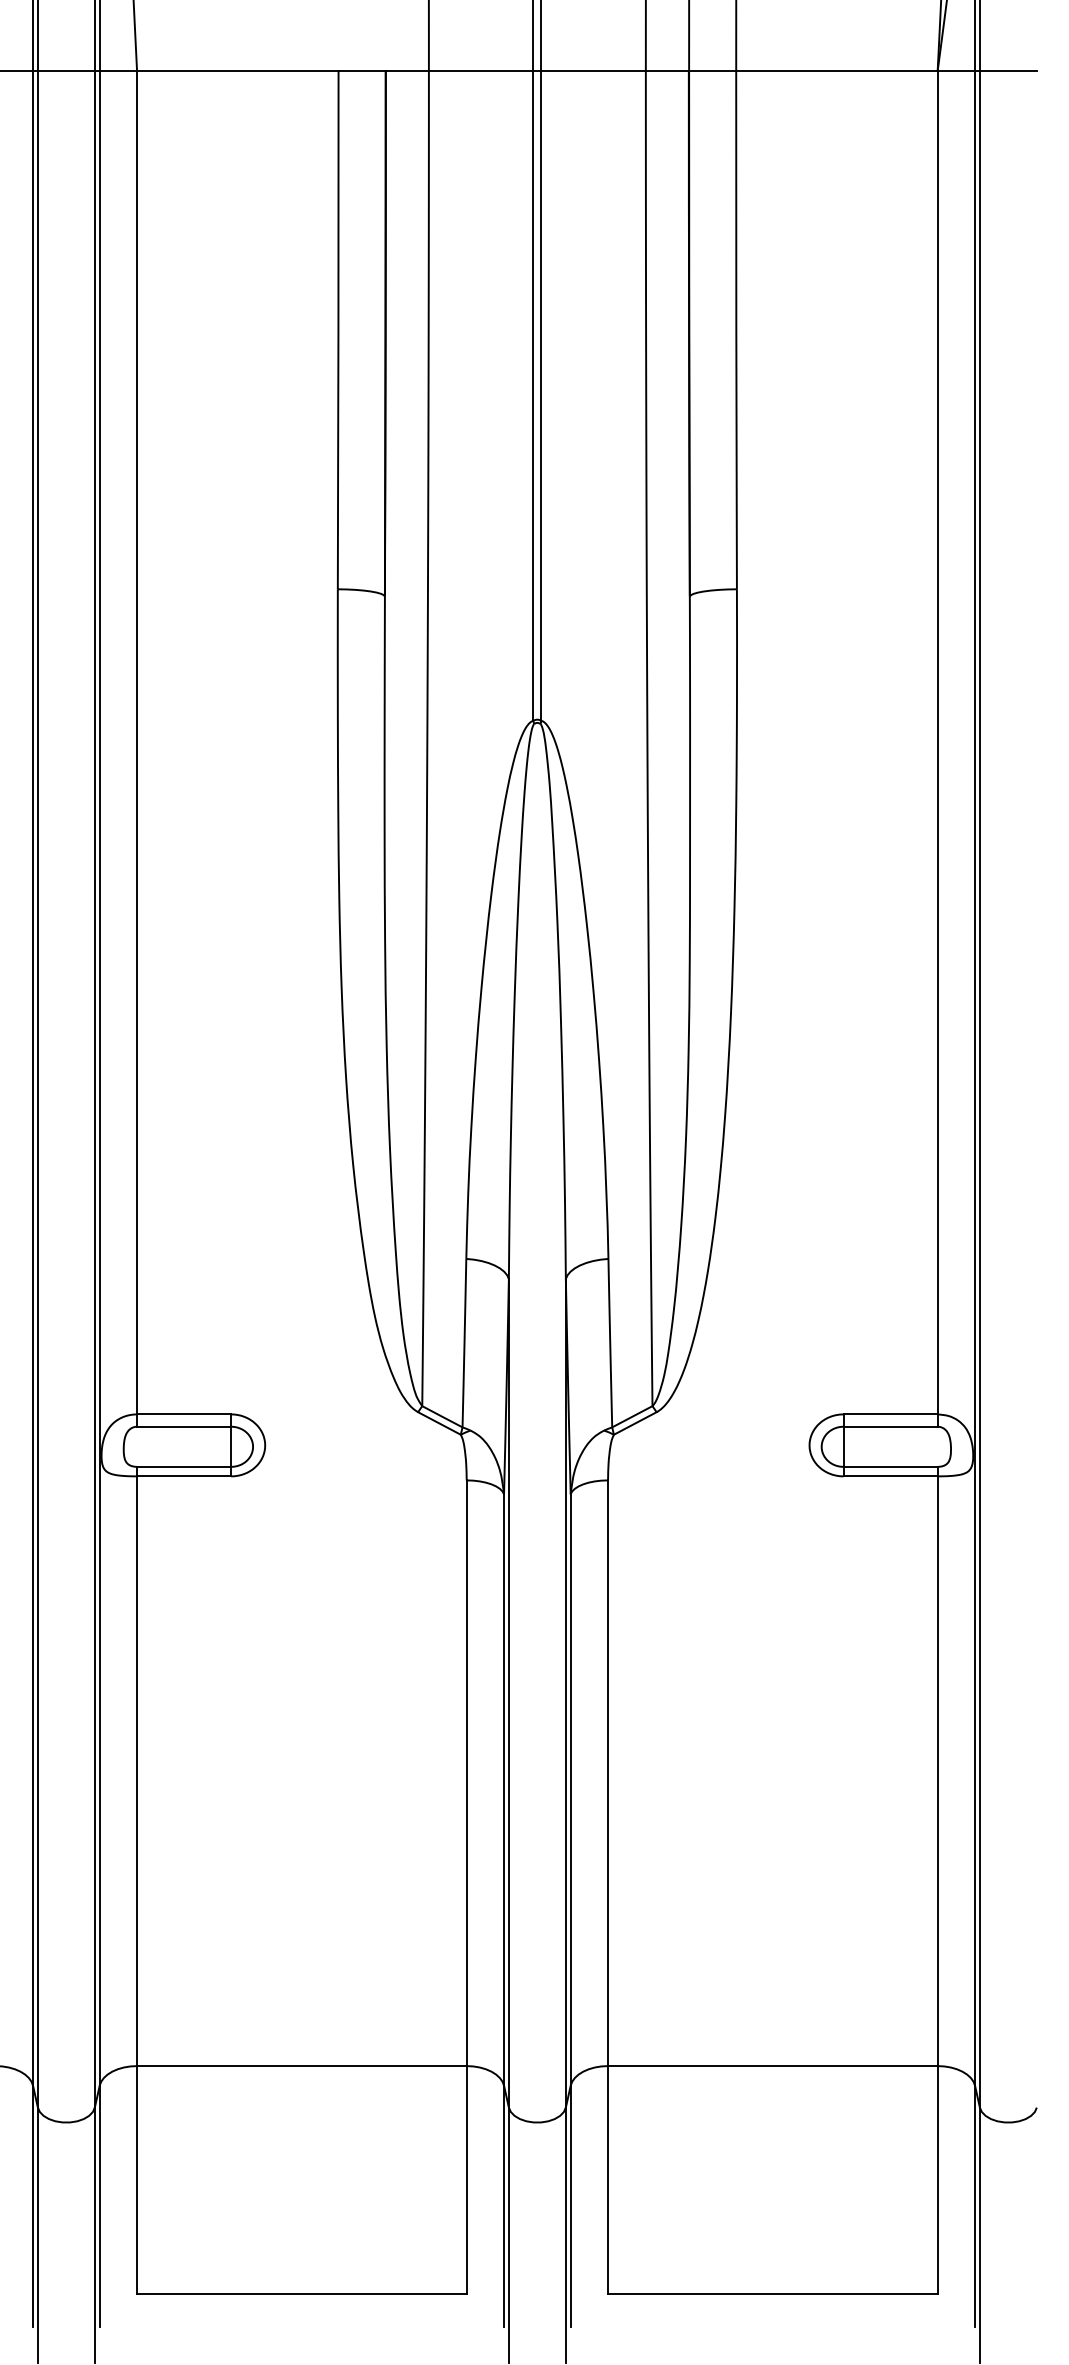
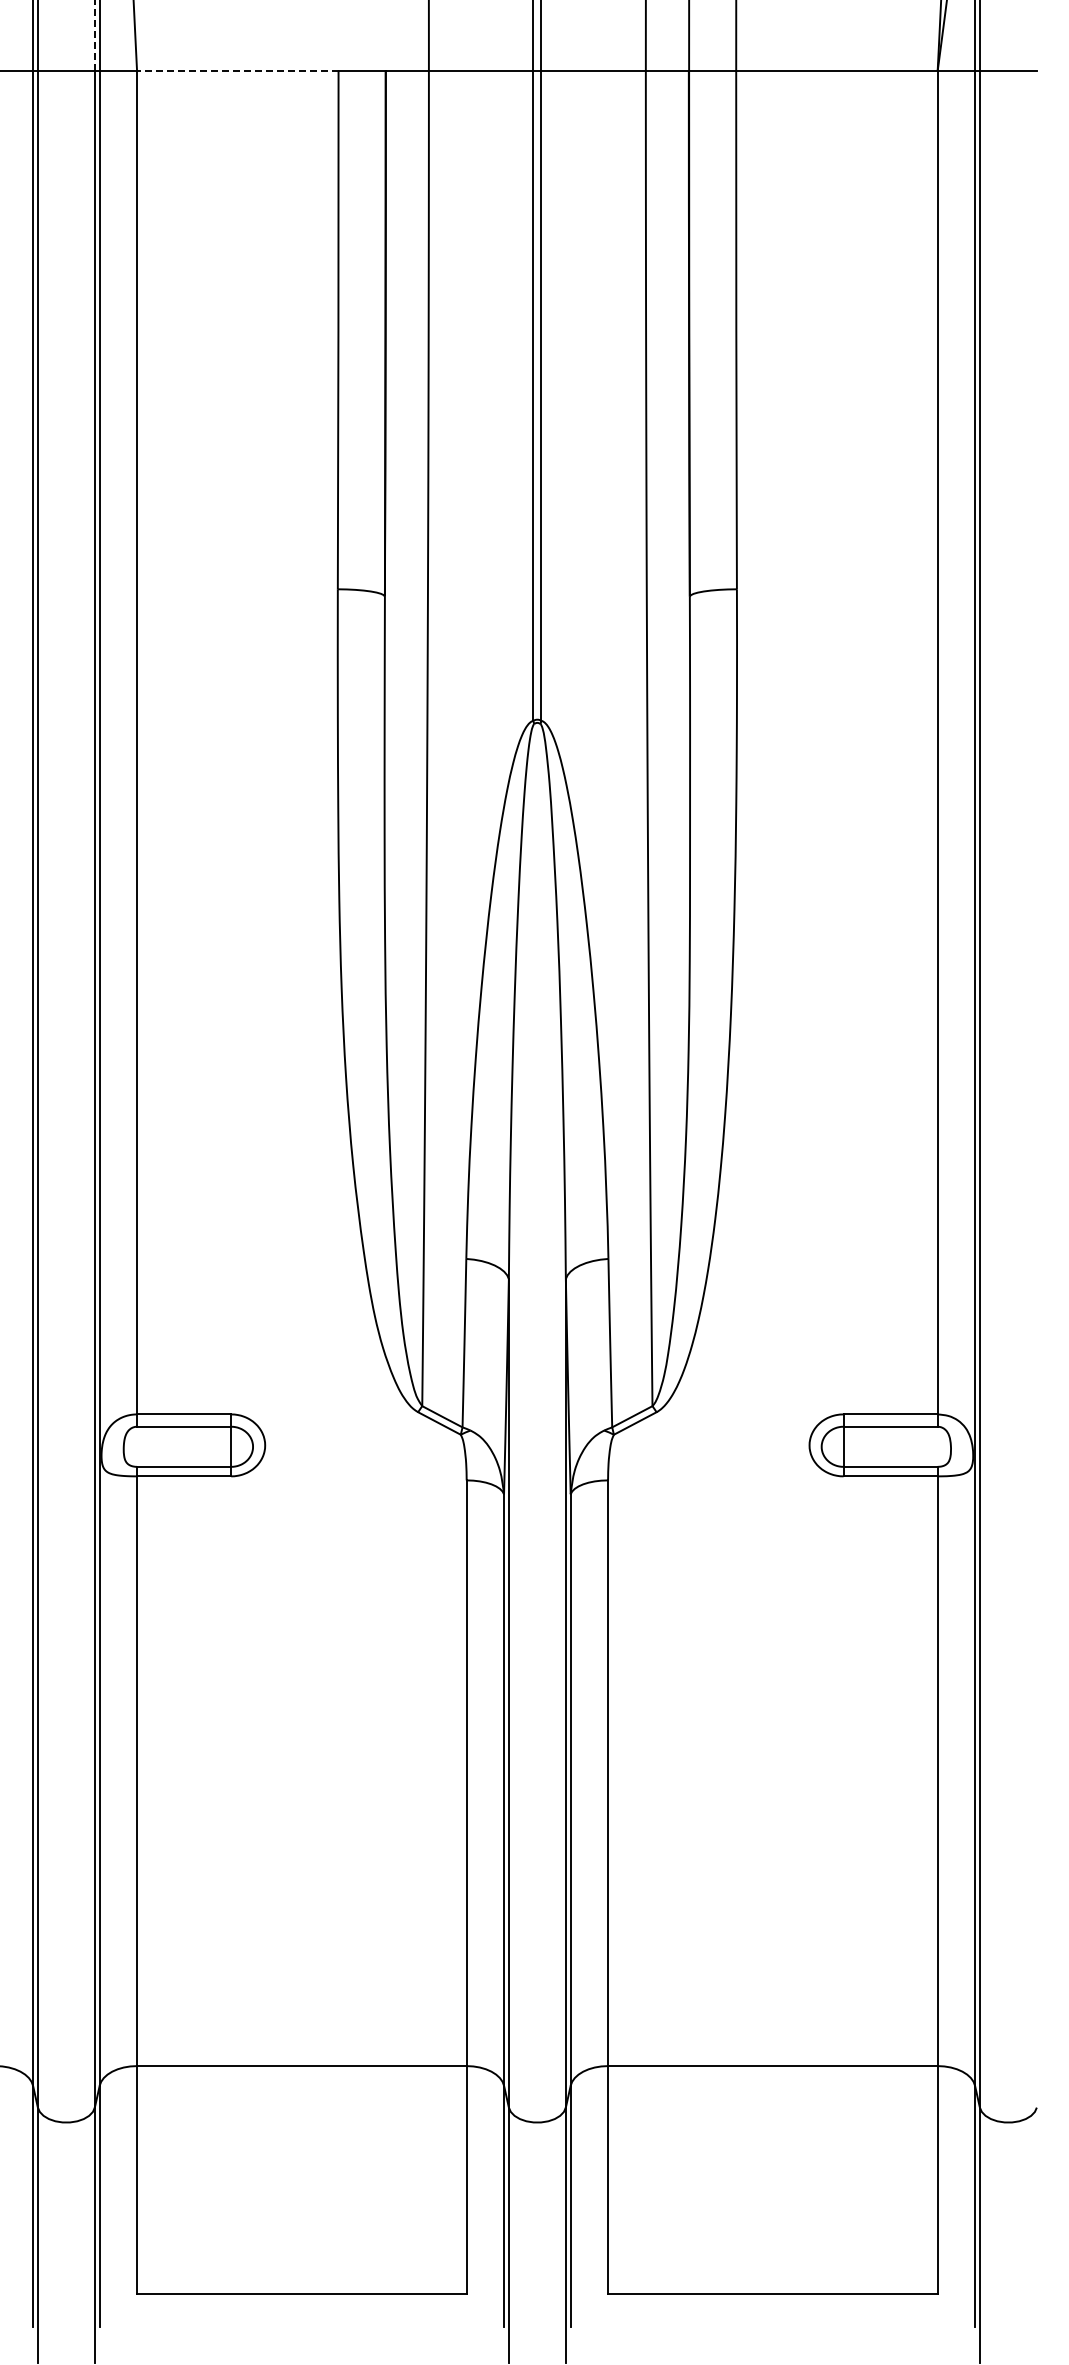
line at (94, 35): solid -> dashed
line at (237, 70): solid -> dashed
